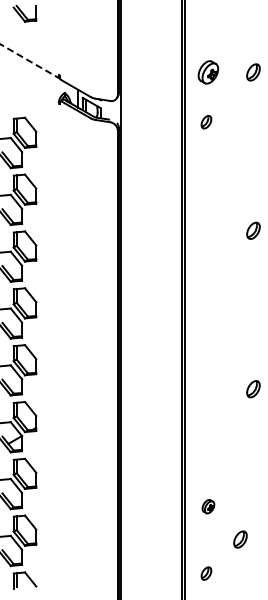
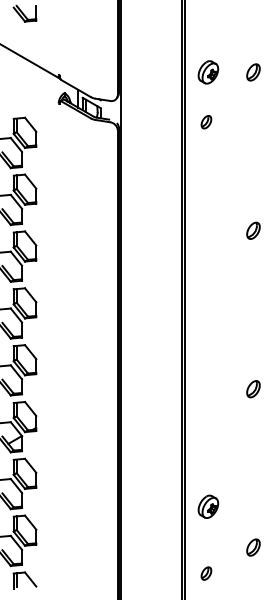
line at (30, 61): dashed -> solid
part at (208, 506) size: 15x16 px -> 23x25 px
part at (240, 539) position: (240, 539) -> (253, 547)
